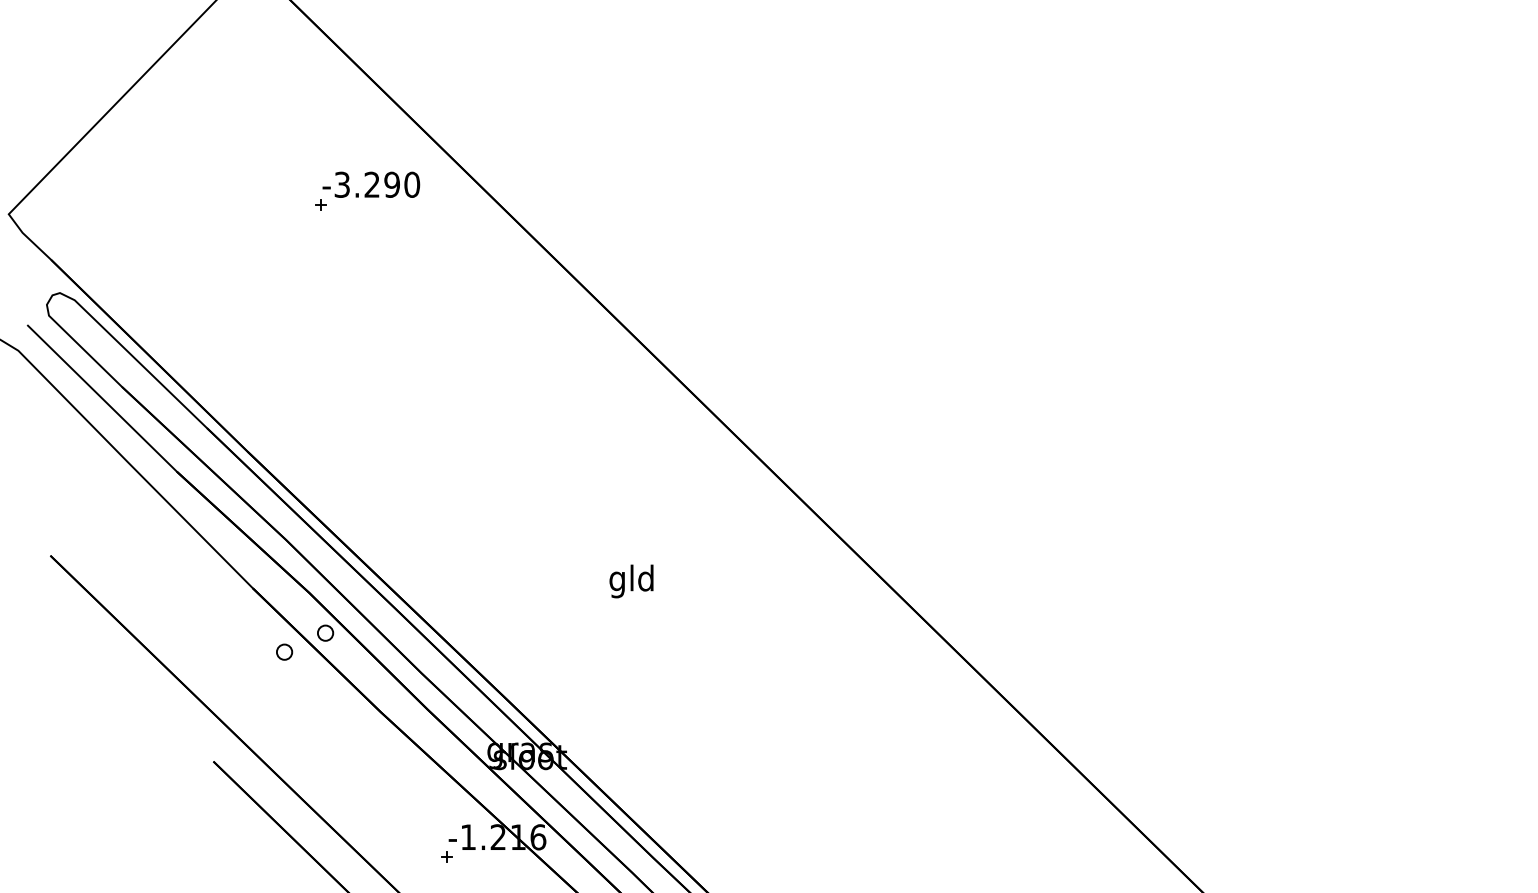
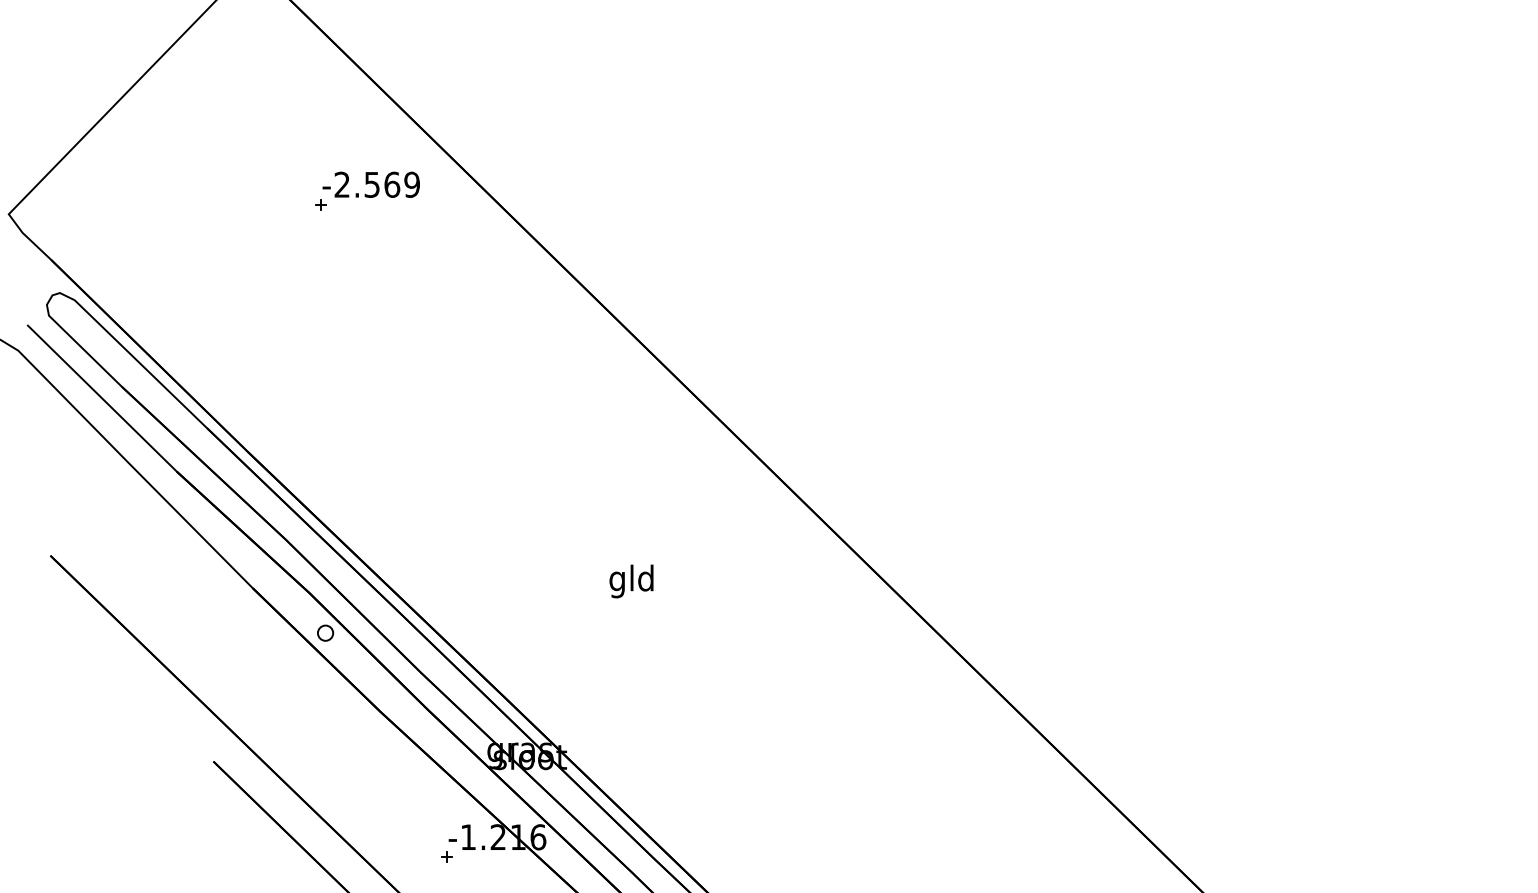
text at (377, 184): -3.290 -> -2.569
part at (284, 651): present -> none
